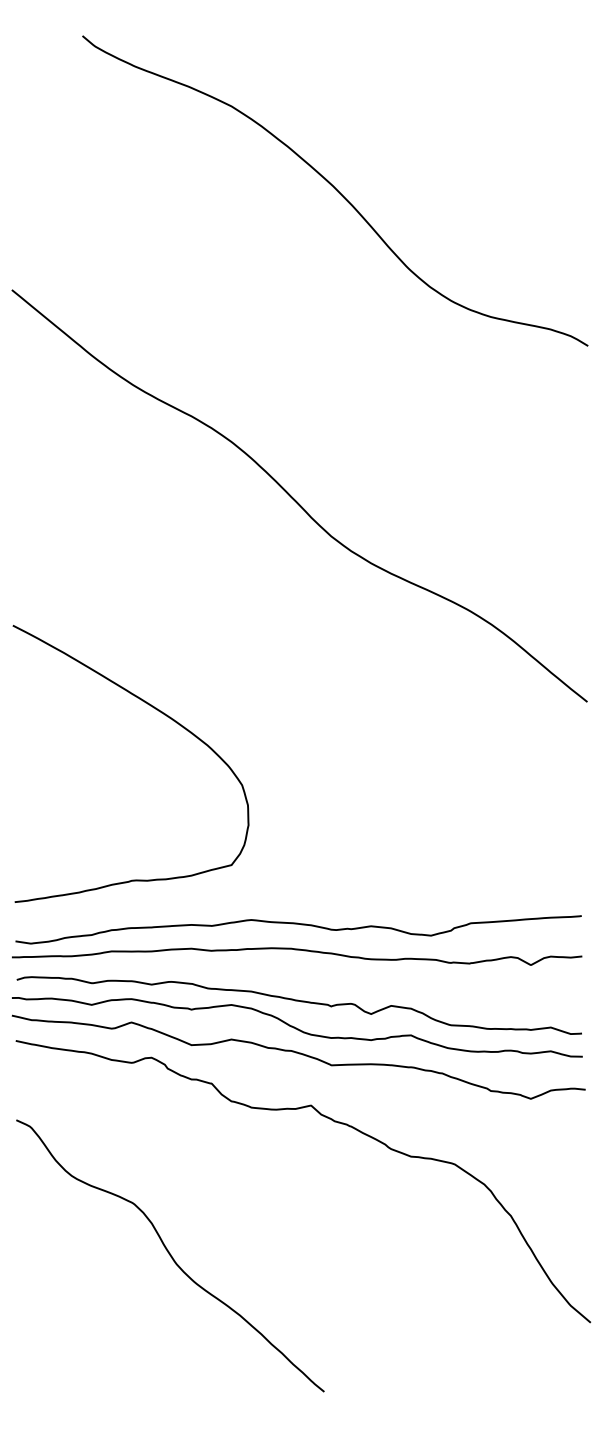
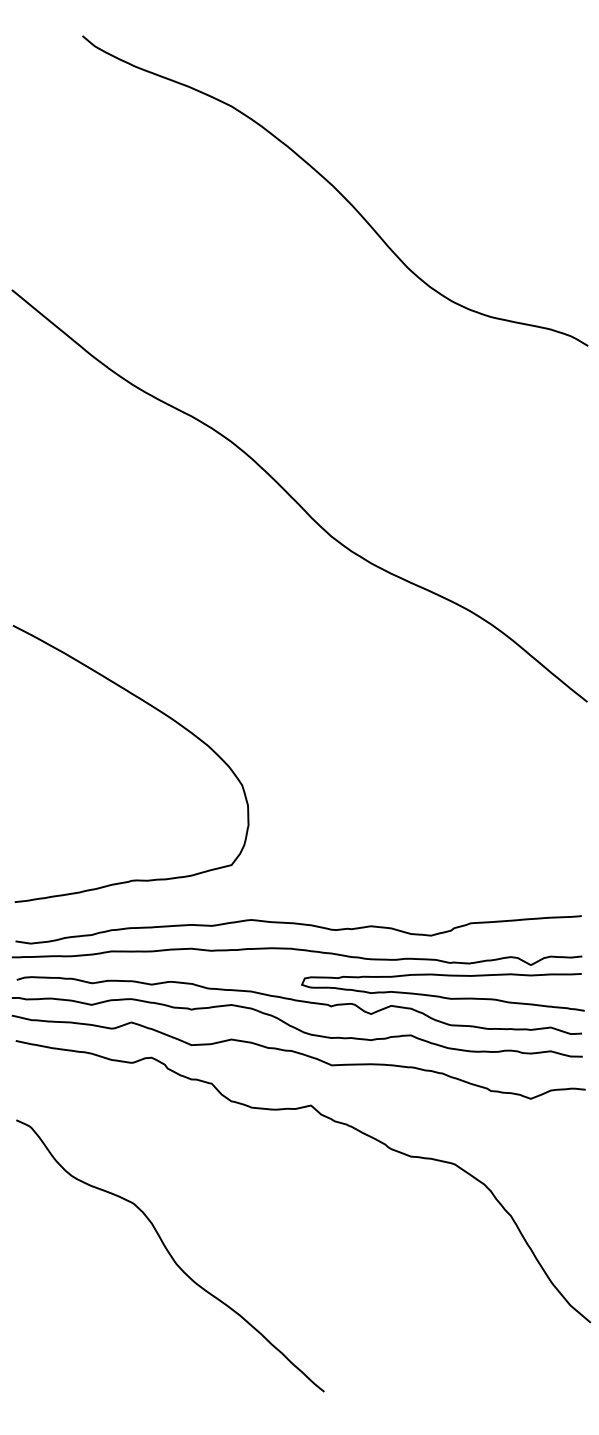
curve at (442, 996): none -> present
